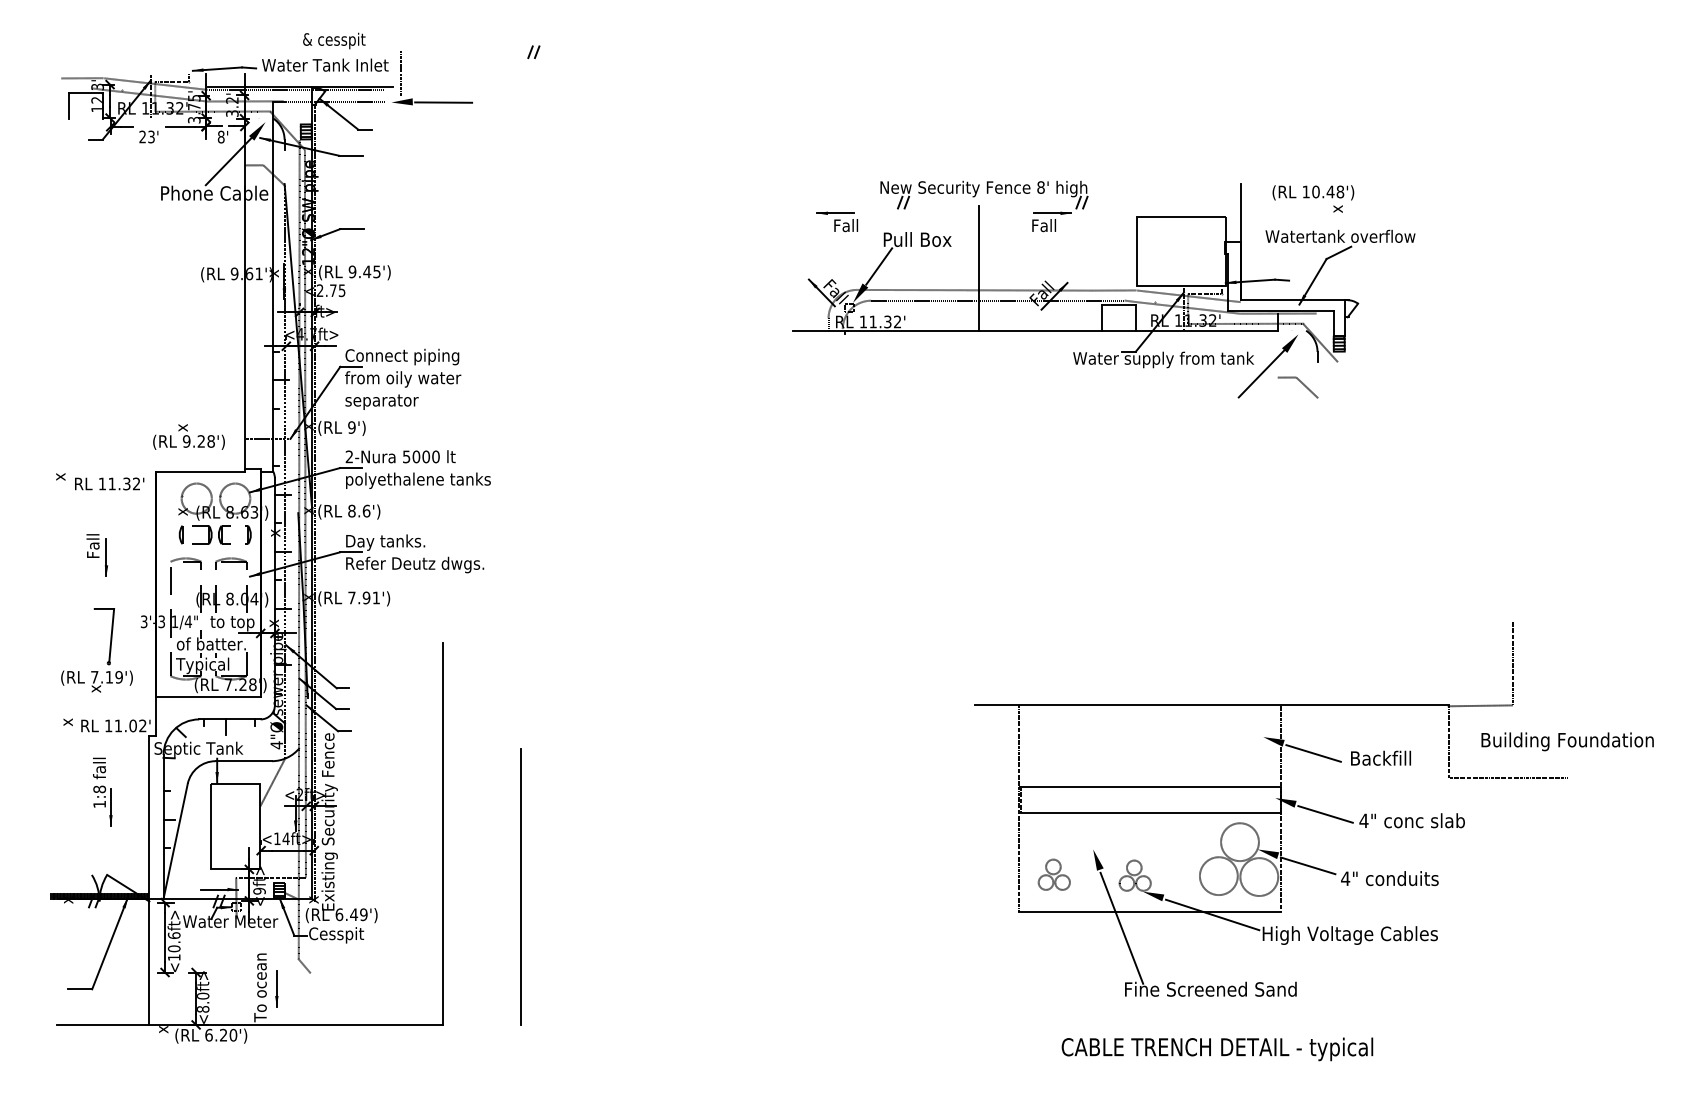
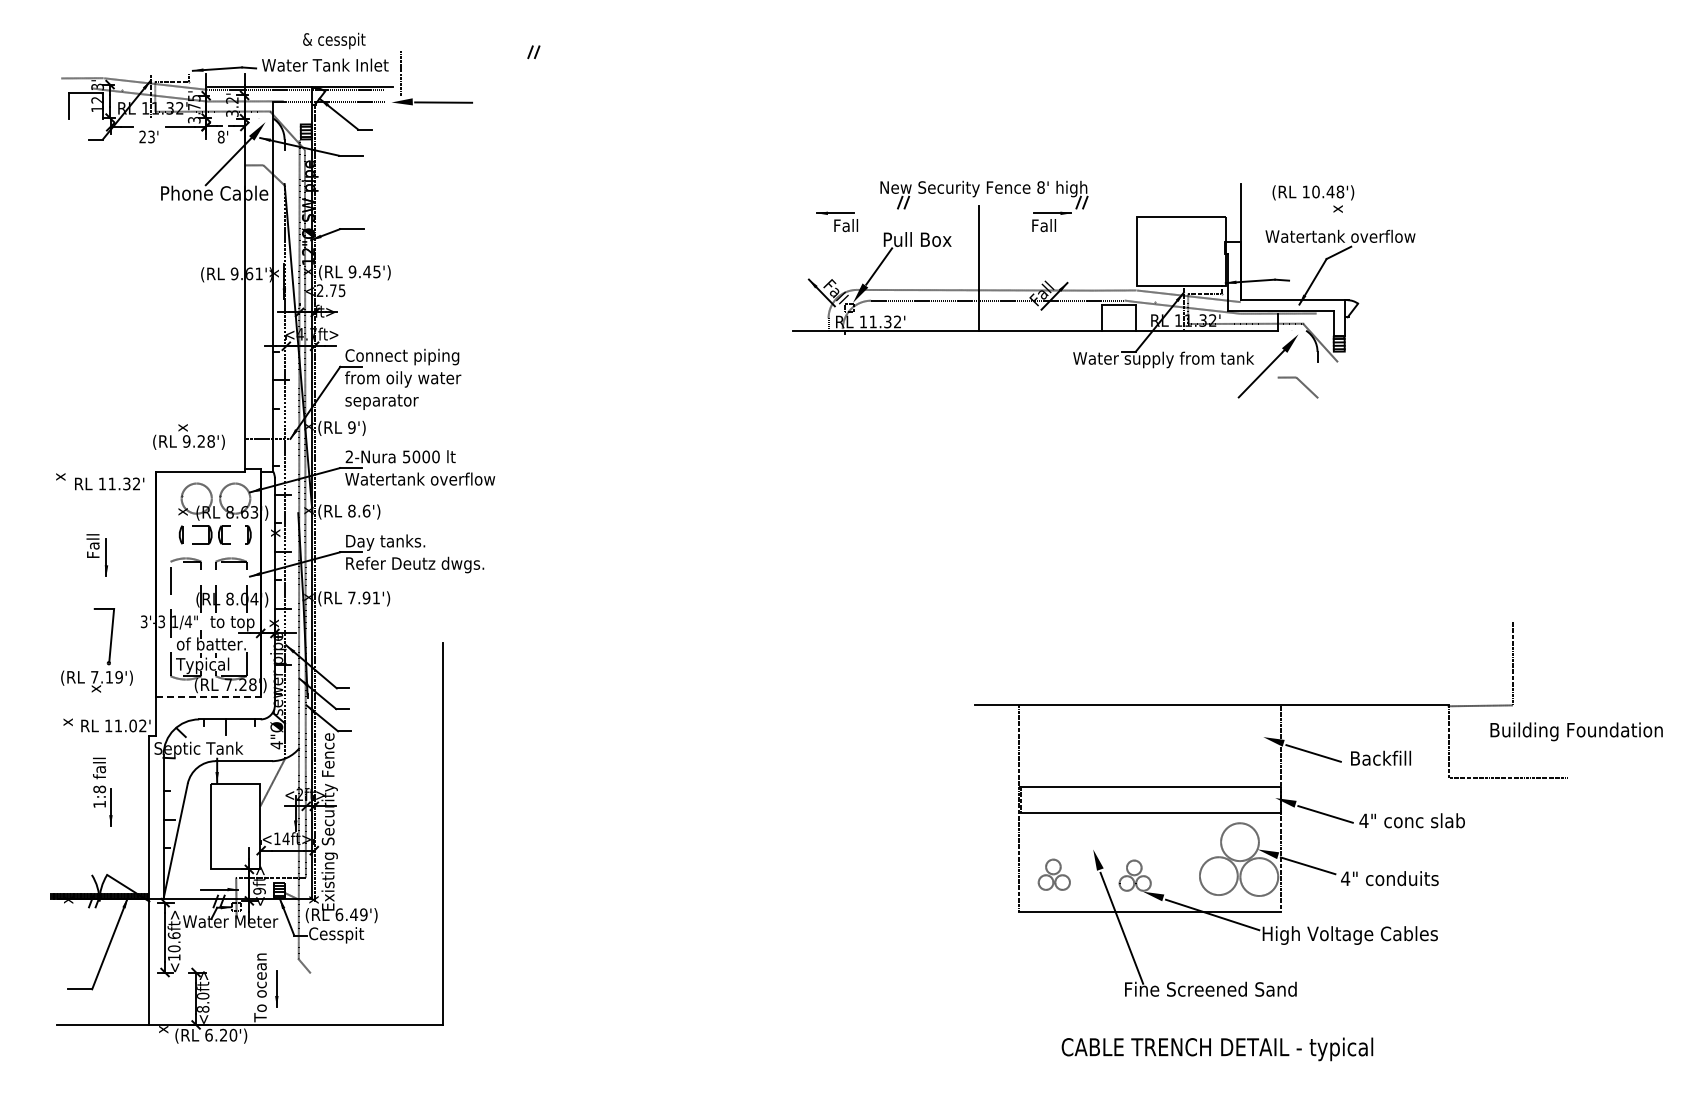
text at (420, 480): polyethalene tanks -> Watertank overflow
line at (209, 696): solid -> dashed
text at (1567, 741) position: (1567, 741) -> (1576, 731)
line at (520, 887): present -> none
